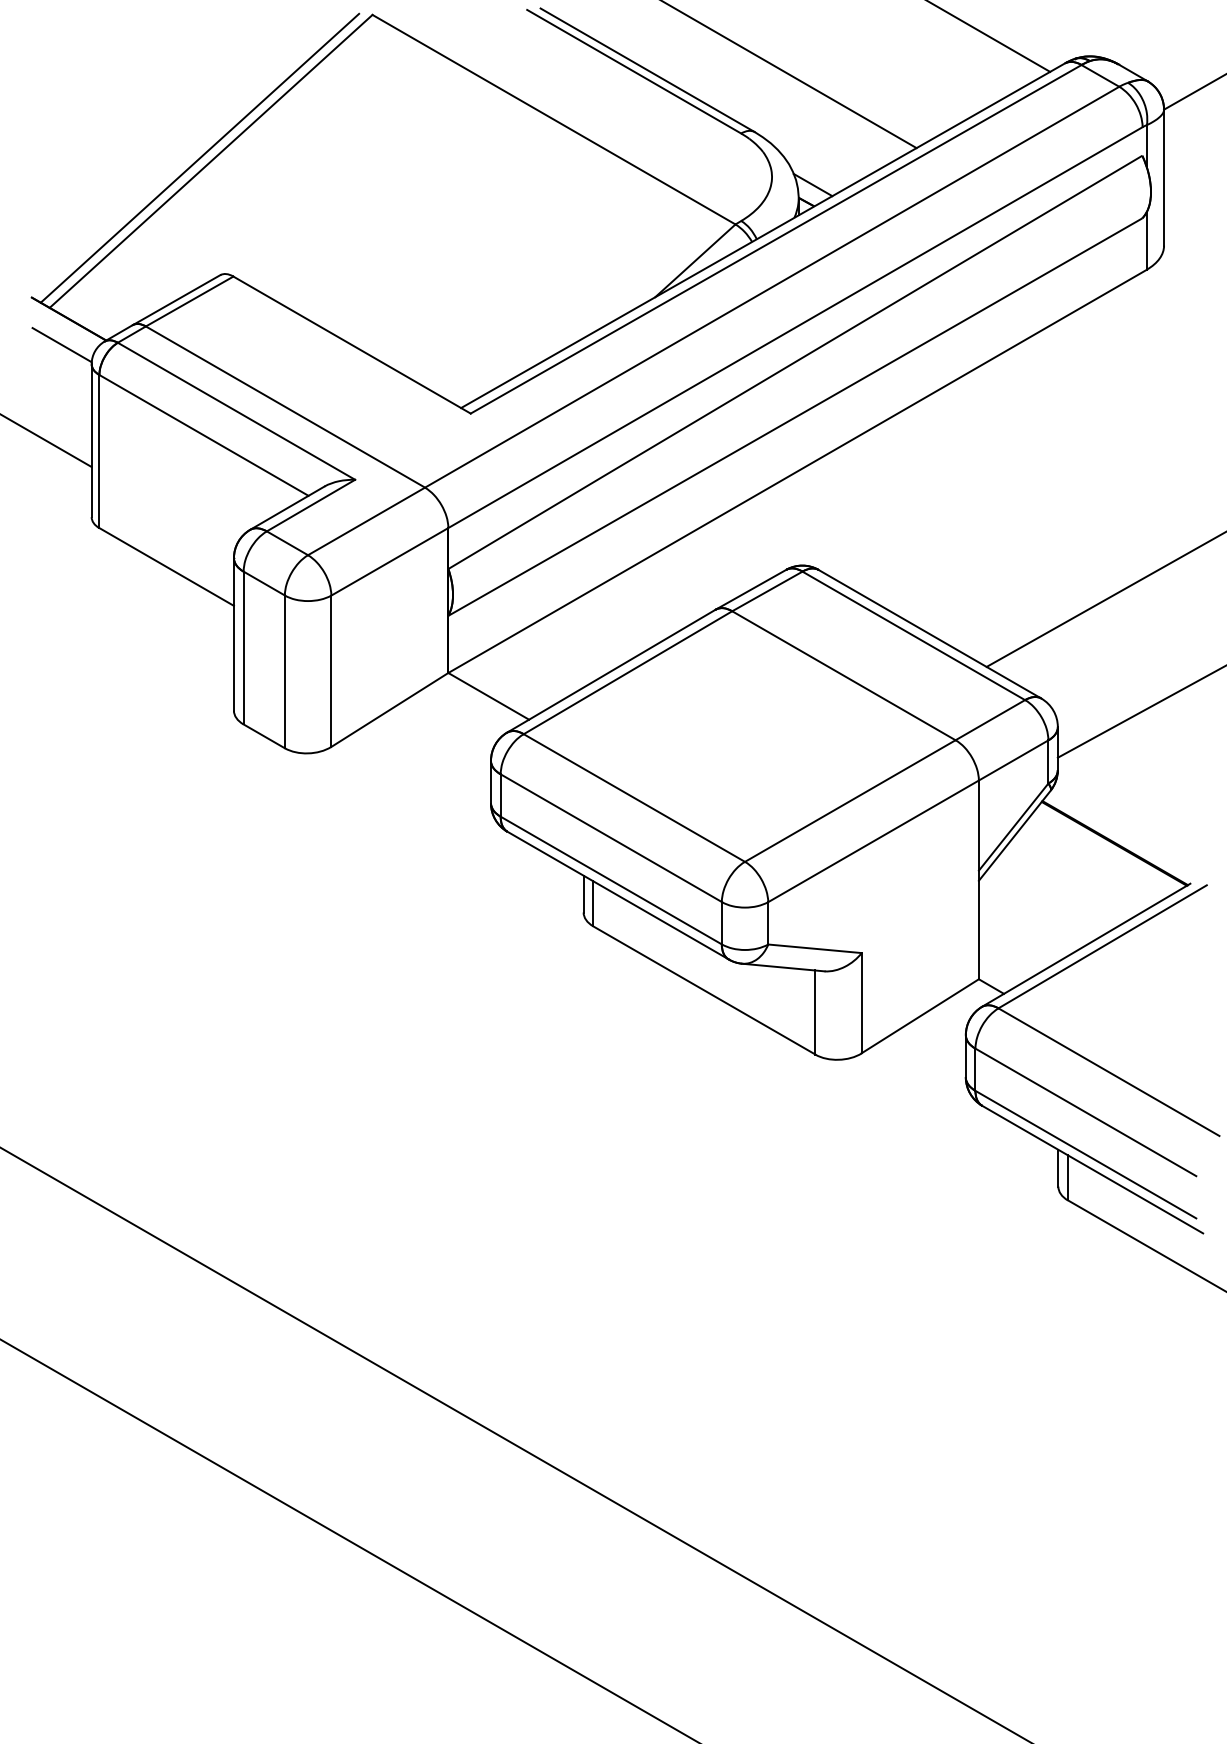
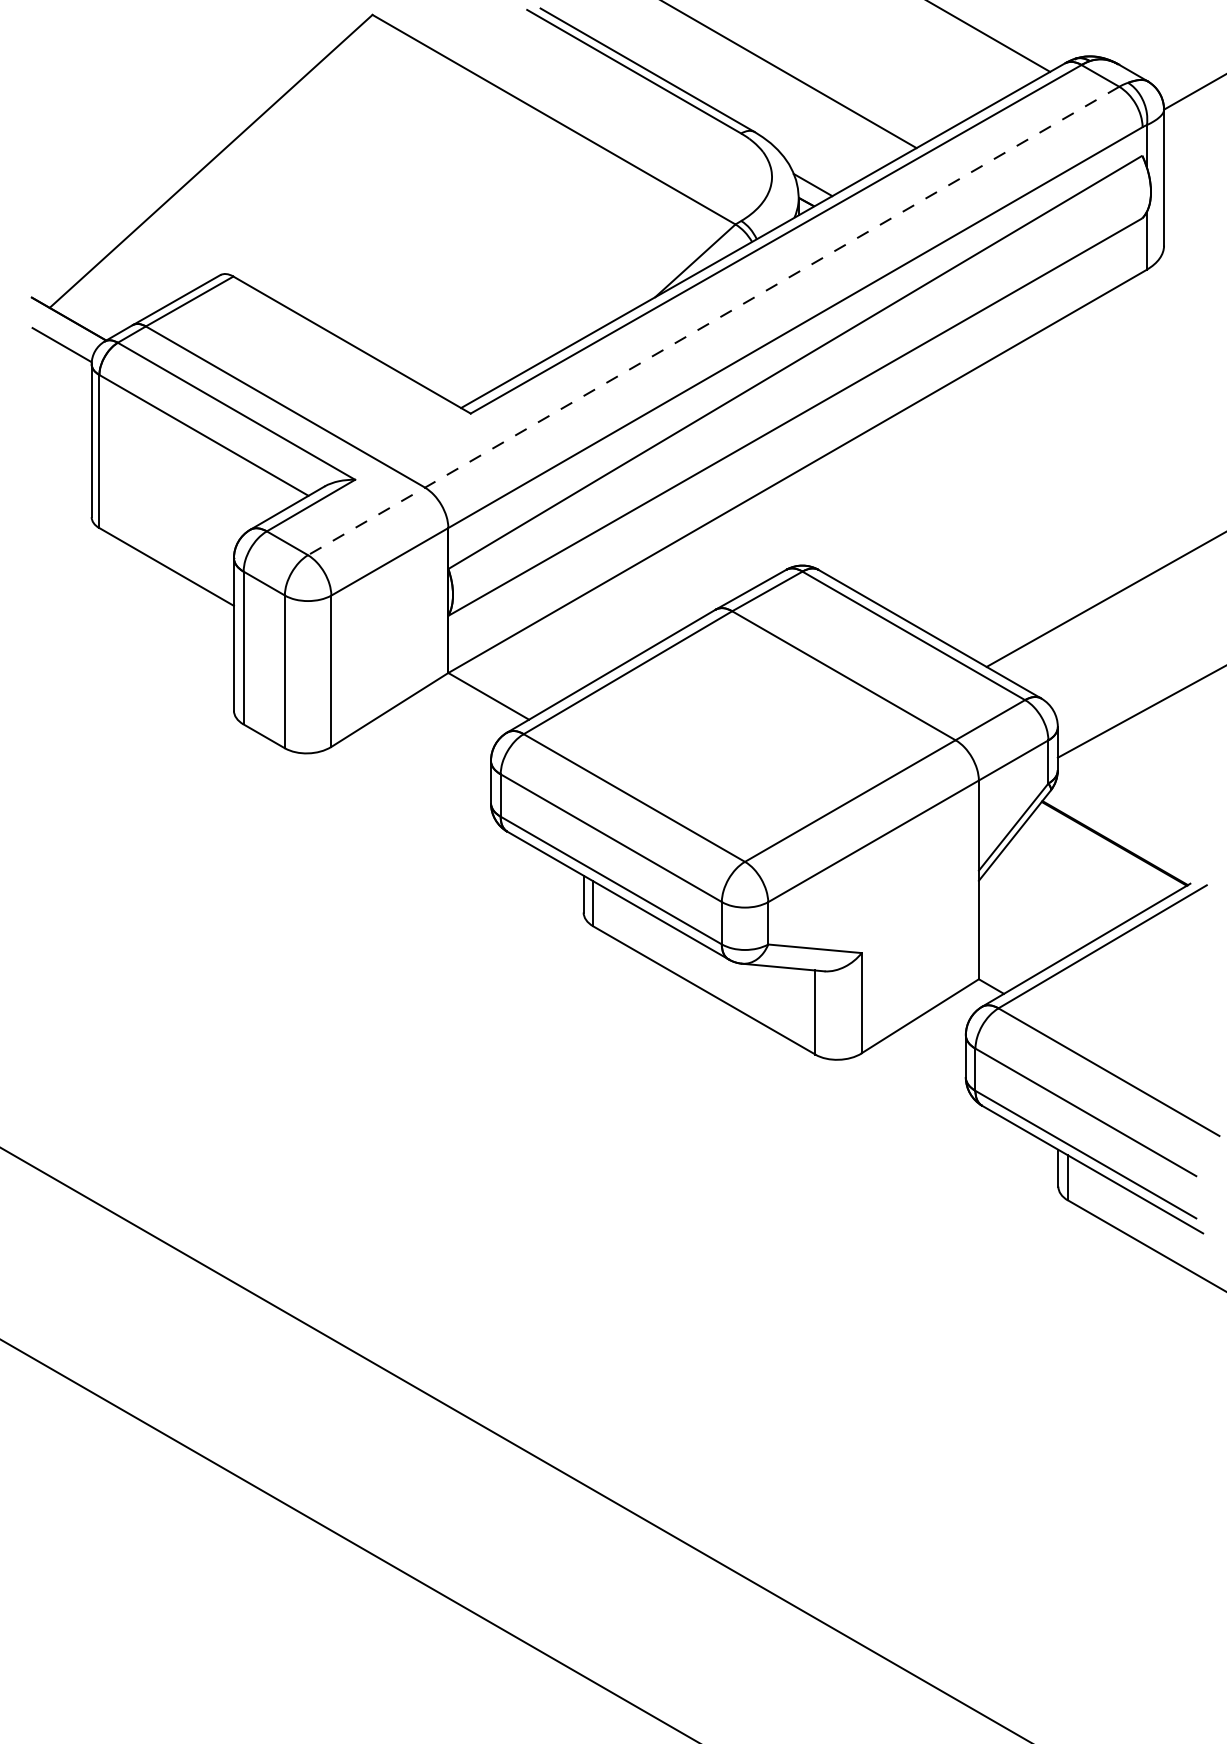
line at (199, 157): present -> none
line at (713, 321): solid -> dashed
line at (46, 441): present -> none
